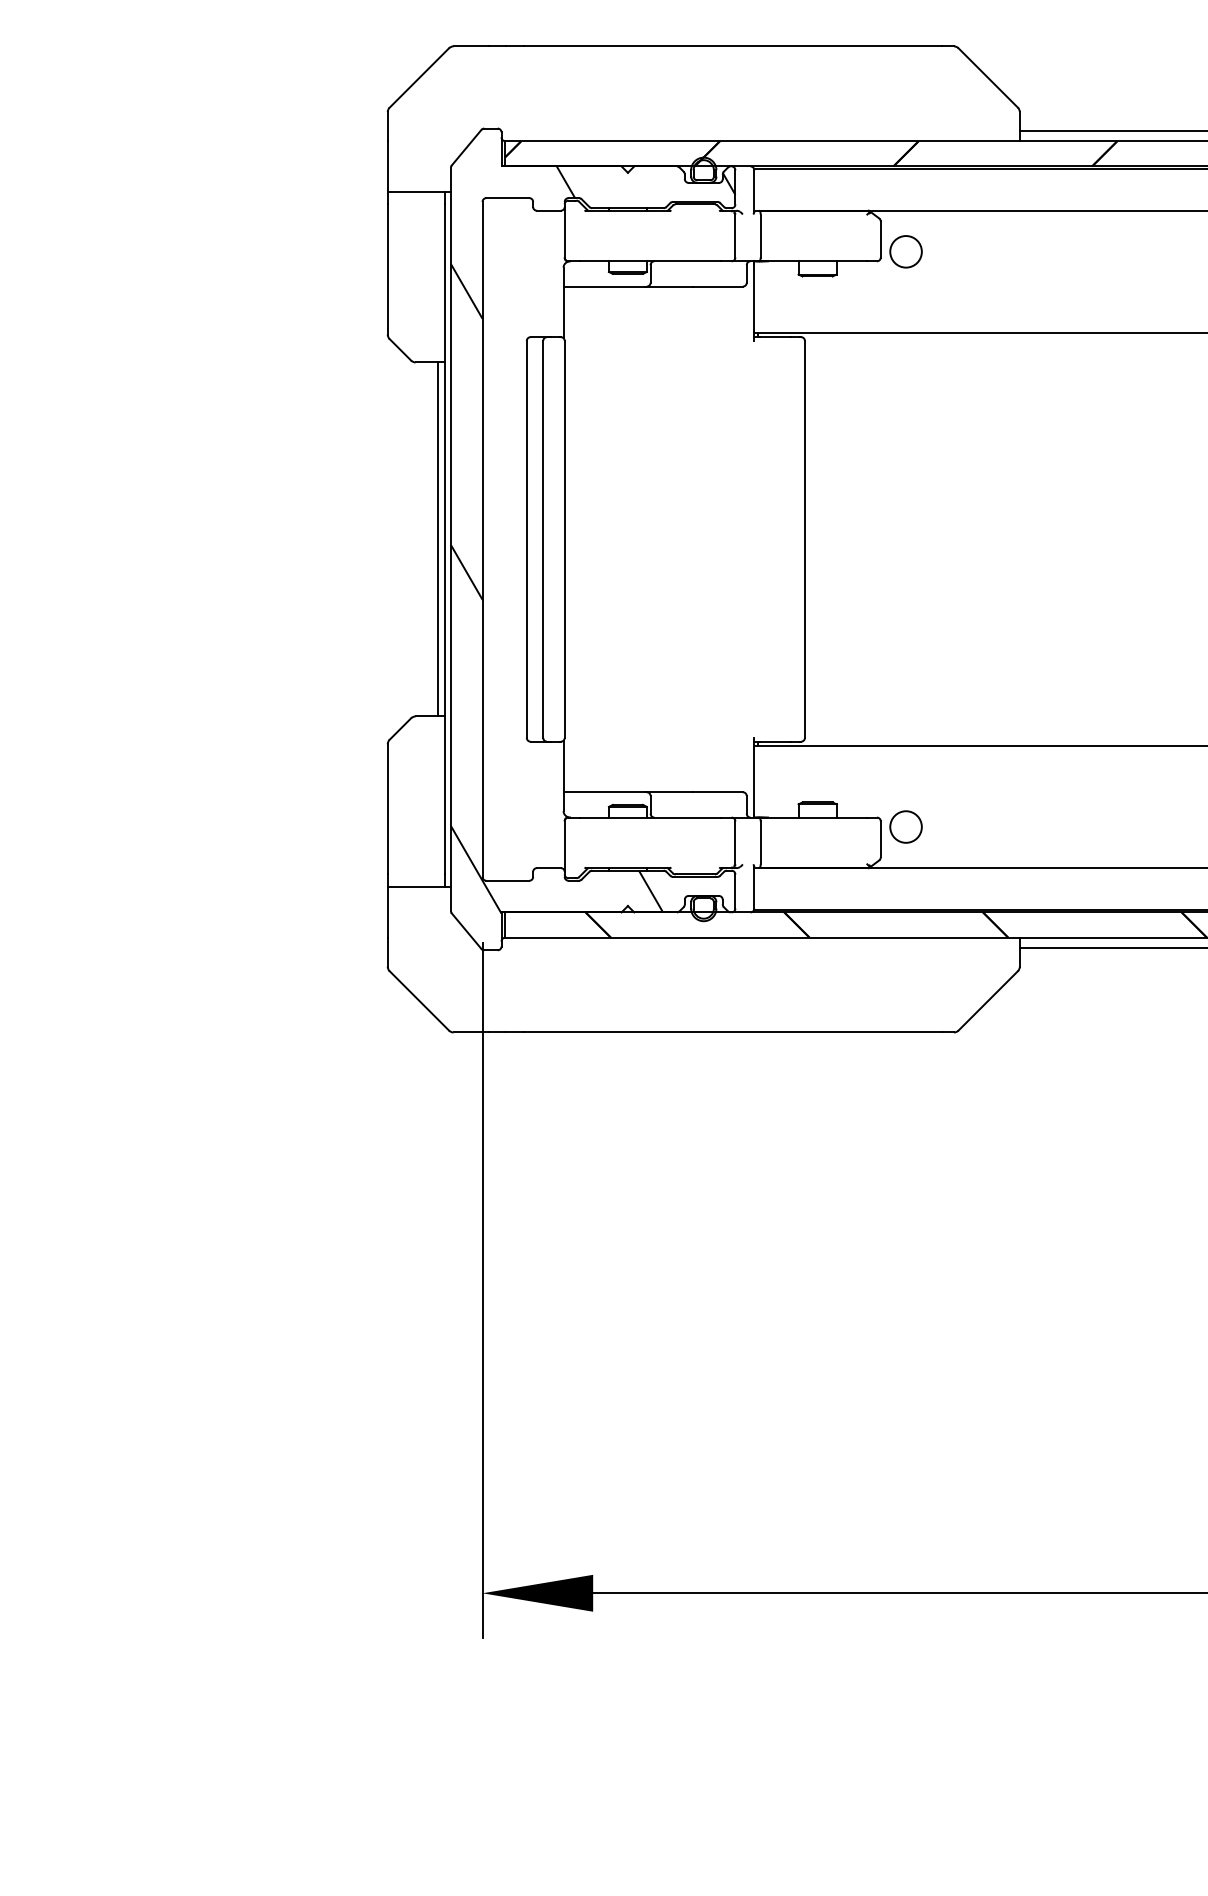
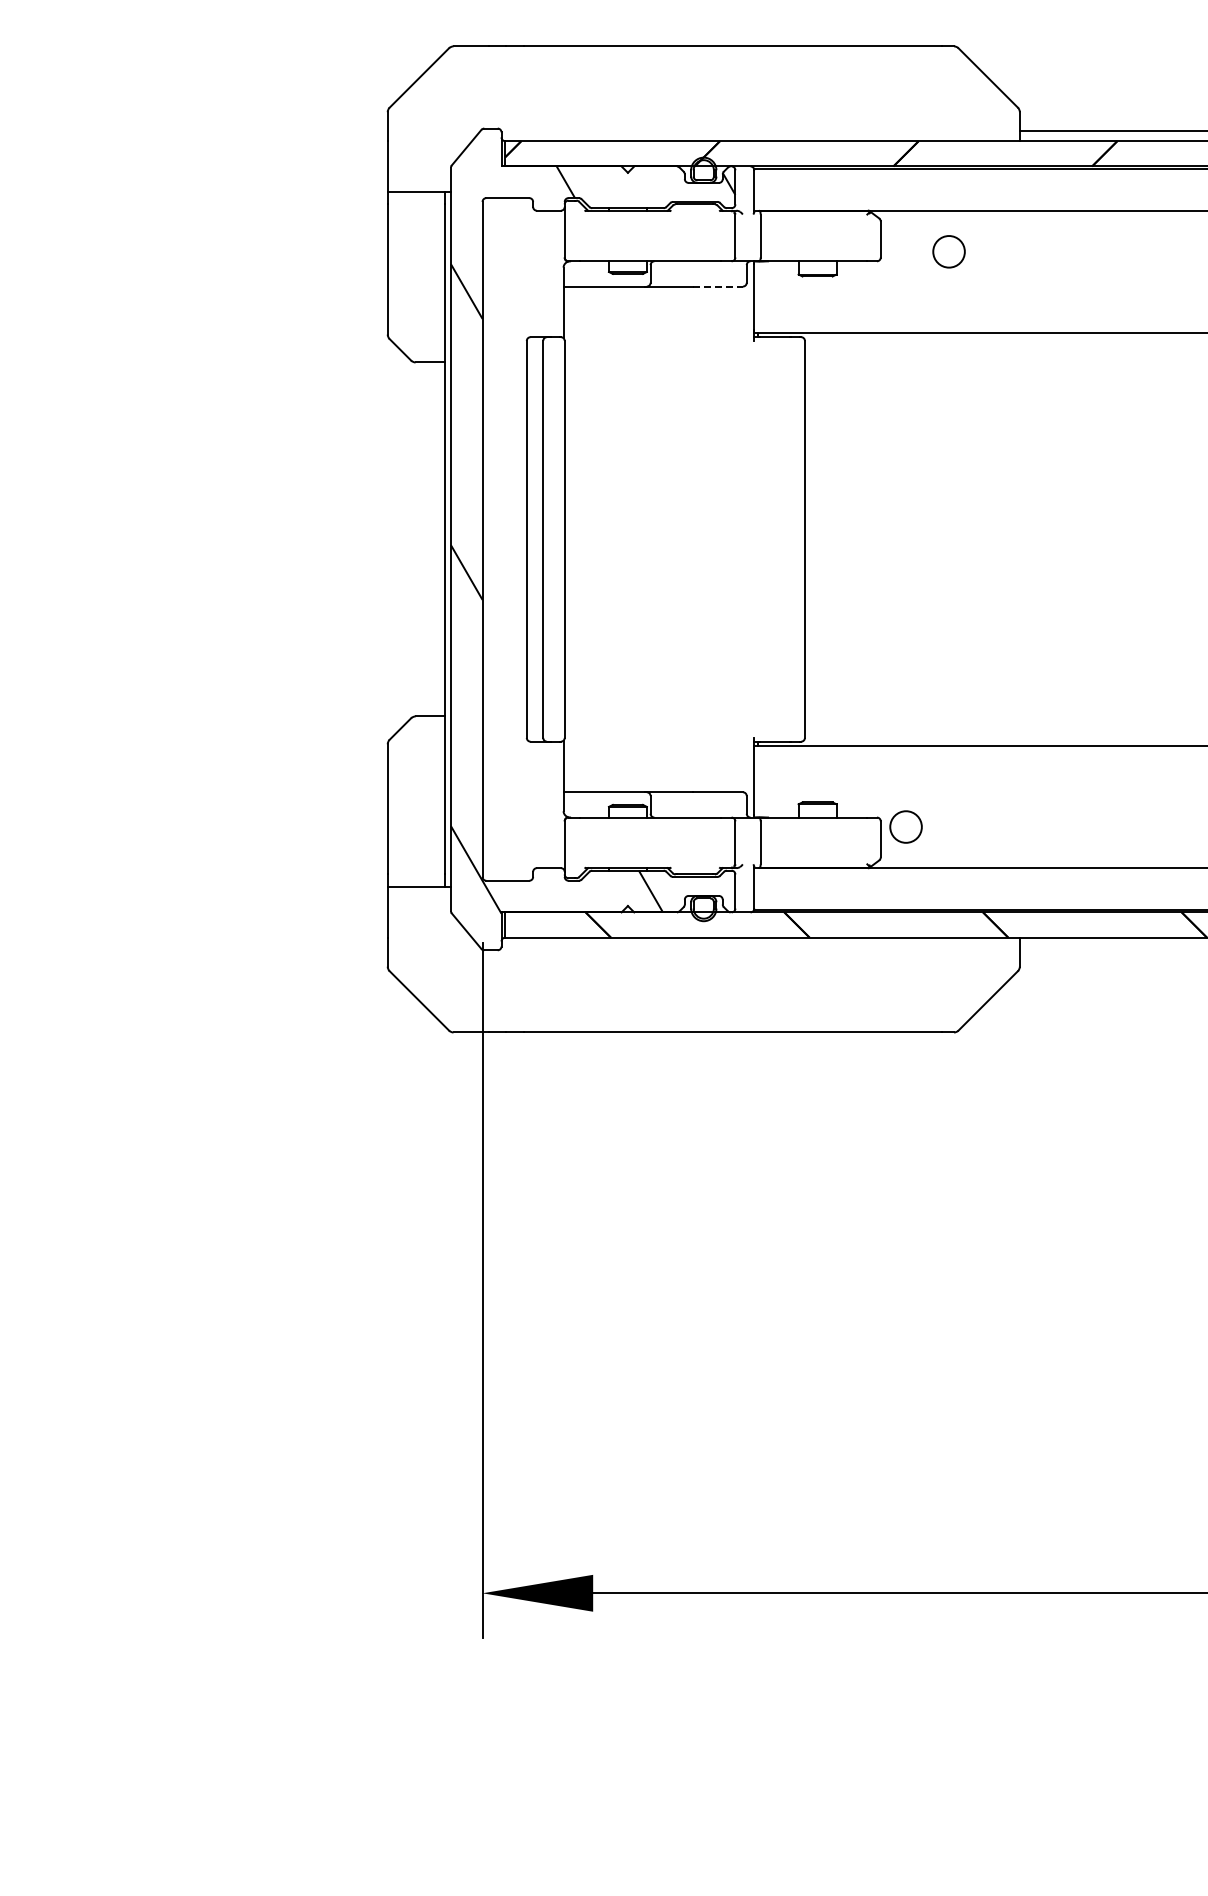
circle at (905, 251) position: (905, 251) -> (948, 251)
line at (718, 286): solid -> dashed
line at (438, 539): present -> none
line at (1111, 947): present -> none
